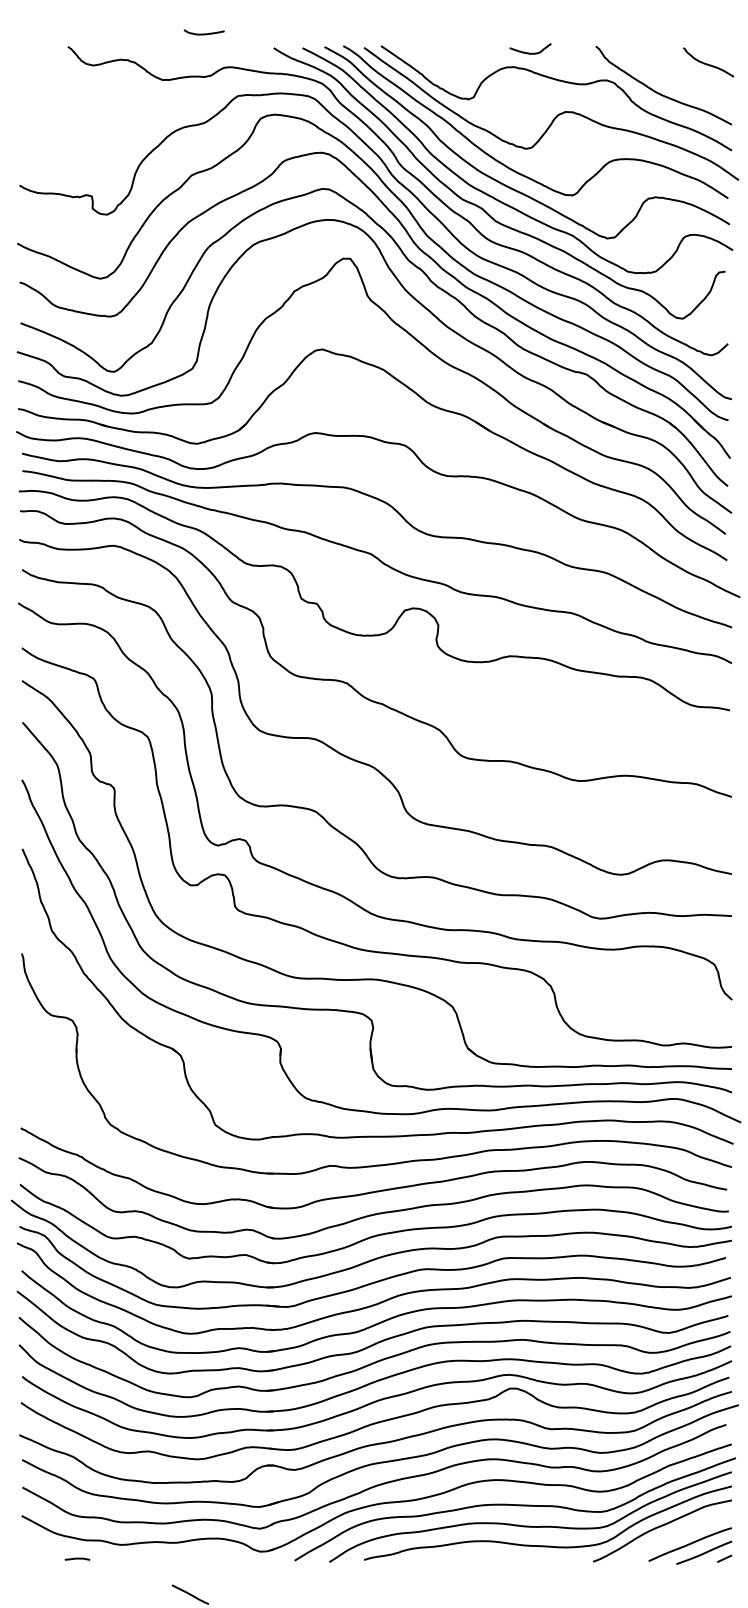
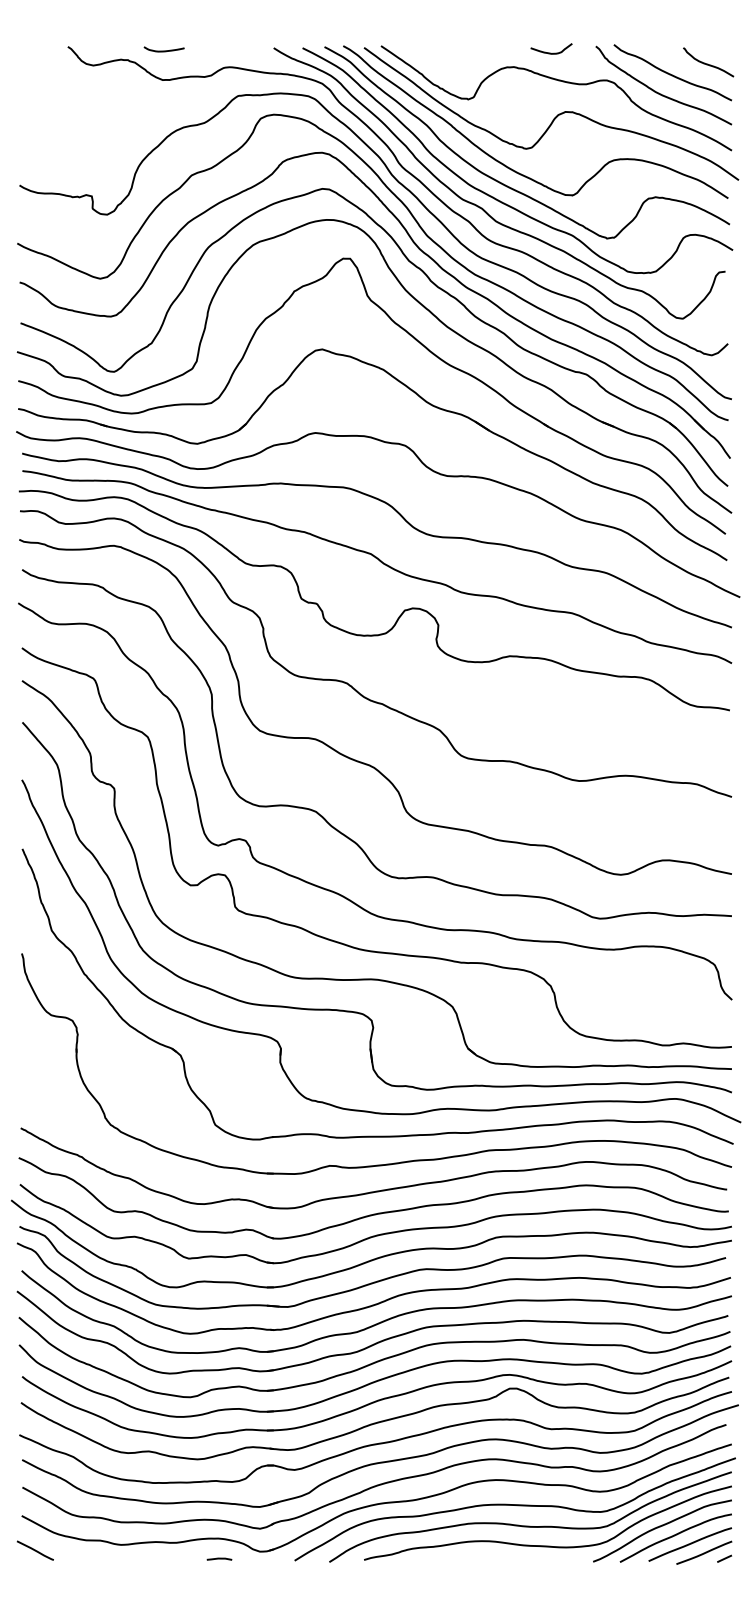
curve at (203, 33) position: (203, 33) -> (163, 50)
curve at (530, 52) position: (530, 52) -> (551, 52)
curve at (672, 74): none -> present
curve at (674, 1536): none -> present
line at (77, 1558) position: (77, 1558) -> (219, 1558)
line at (189, 1594) position: (189, 1594) -> (34, 1550)
